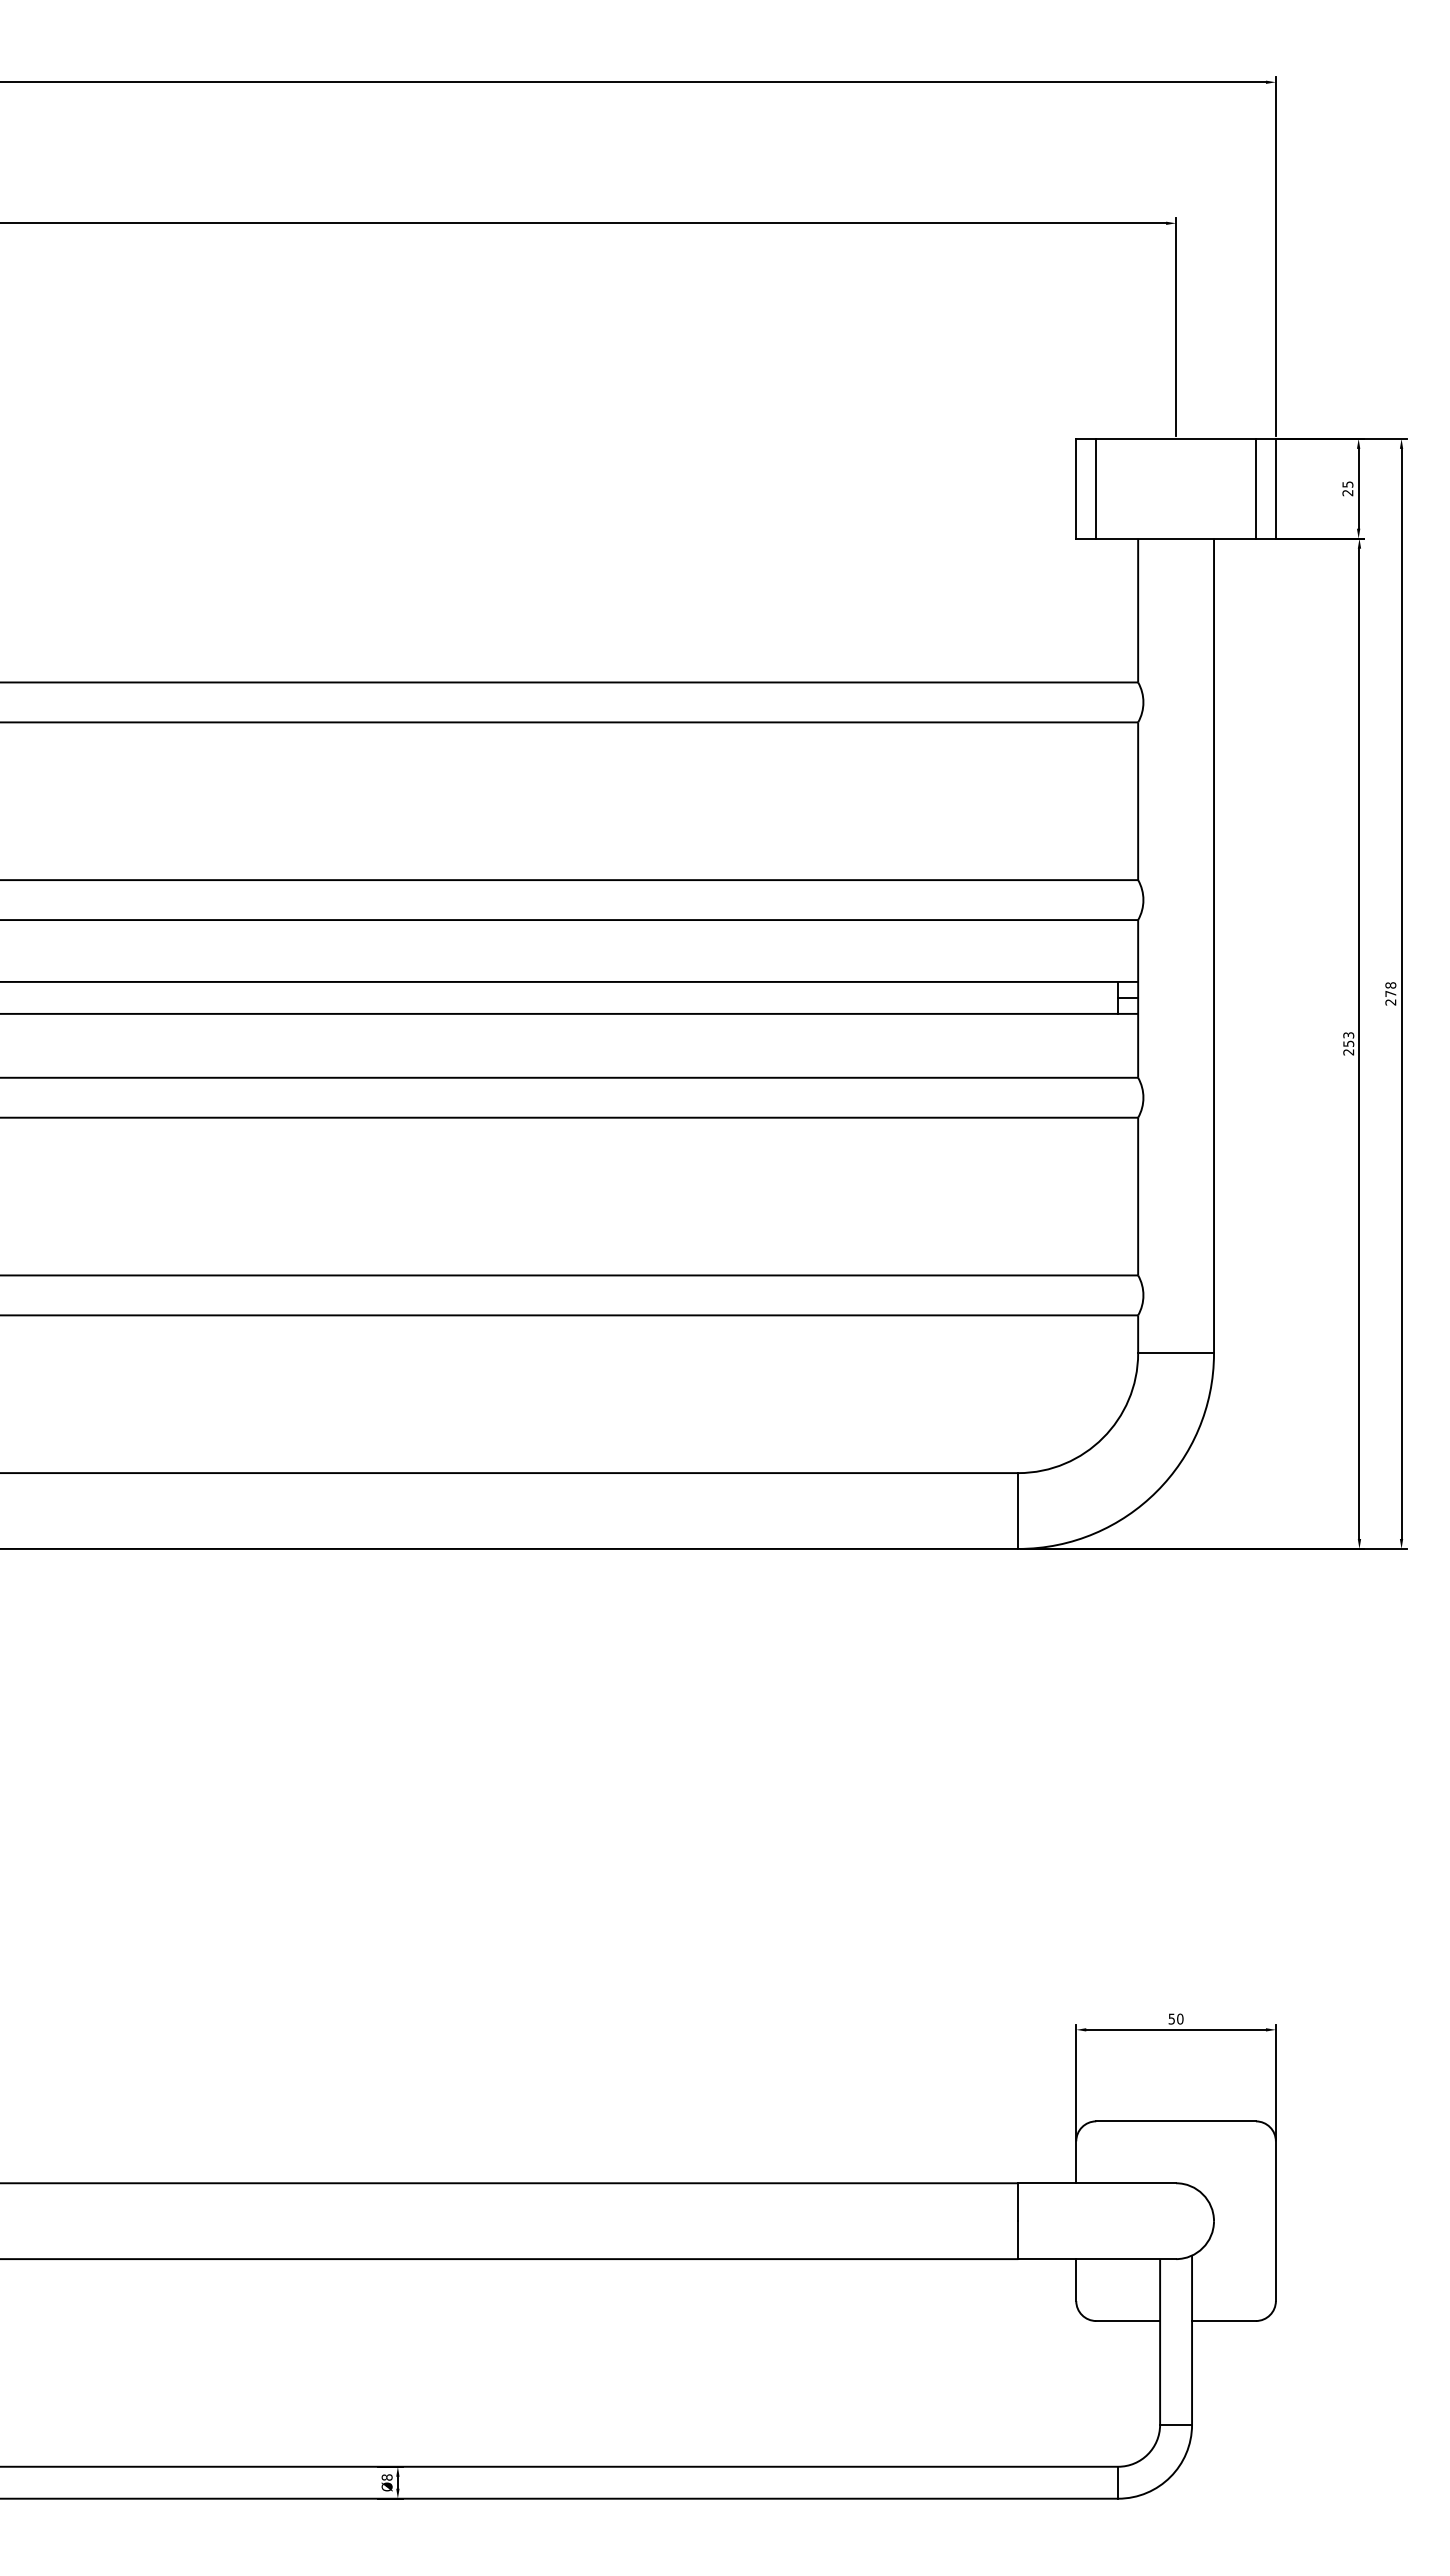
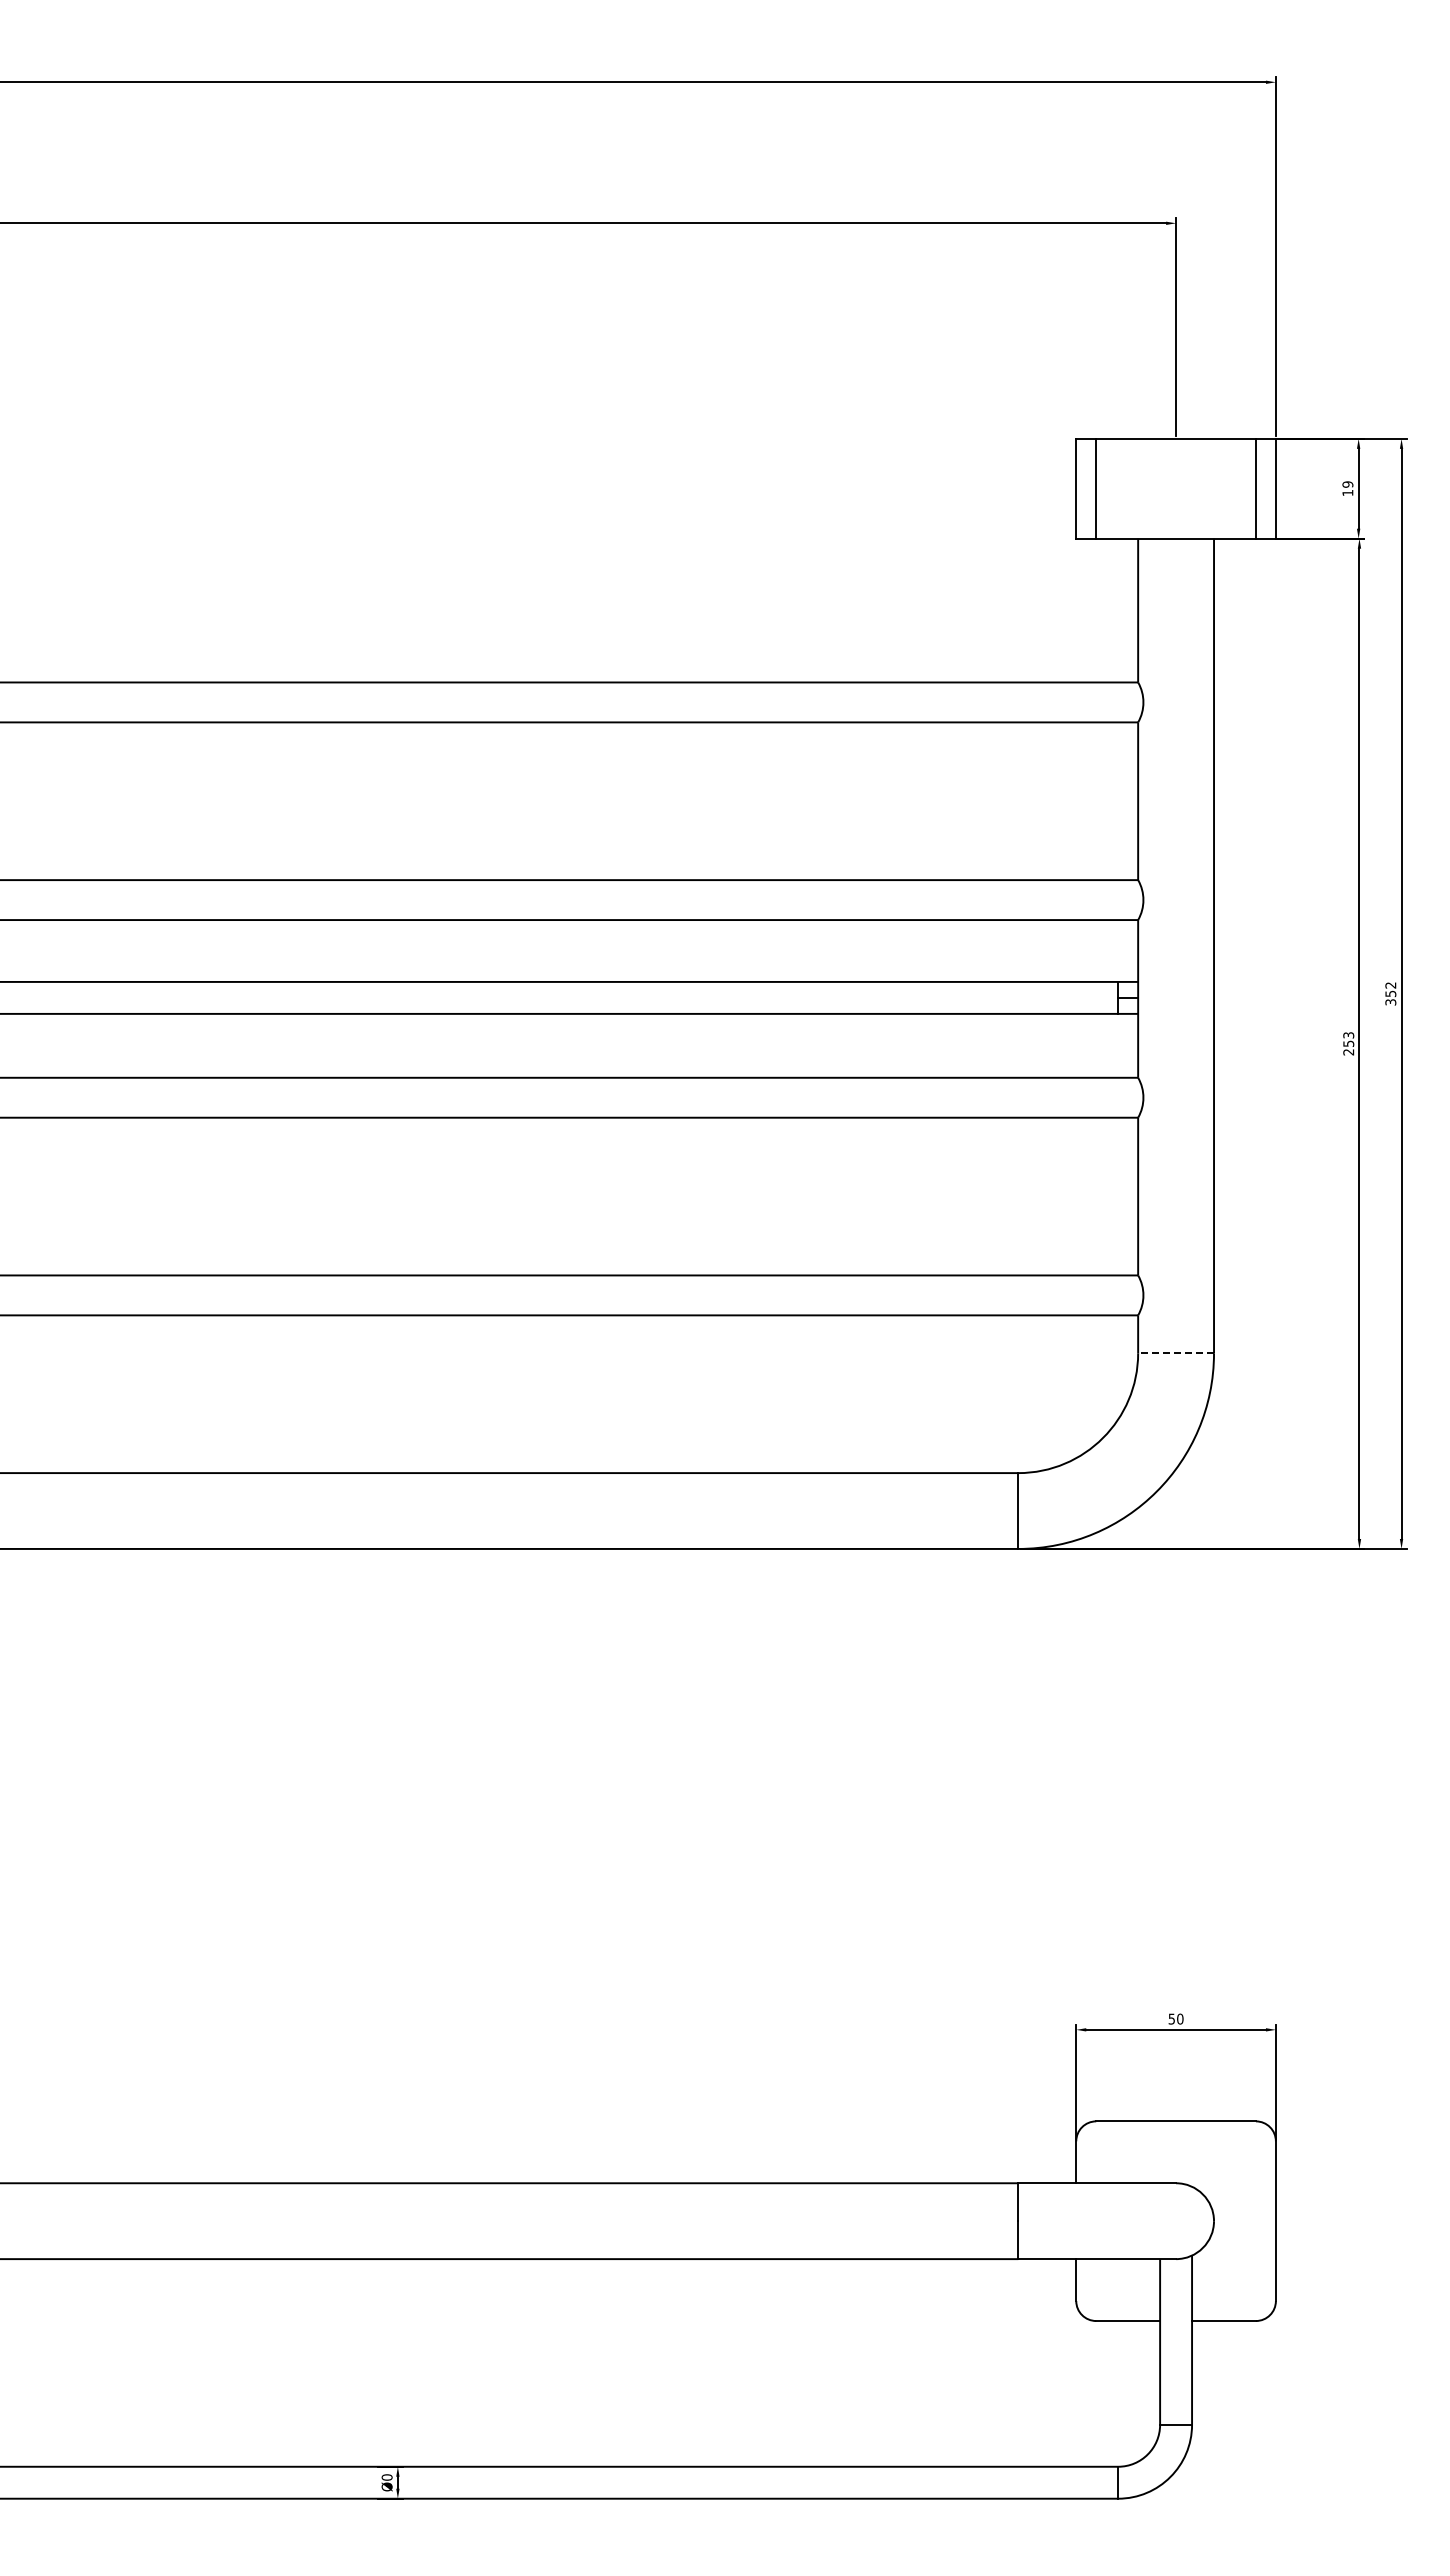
text at (1347, 488): 25 -> 19
text at (1390, 993): 278 -> 352
line at (1176, 1353): solid -> dashed
text at (387, 2477): Ø8 -> Ø0
